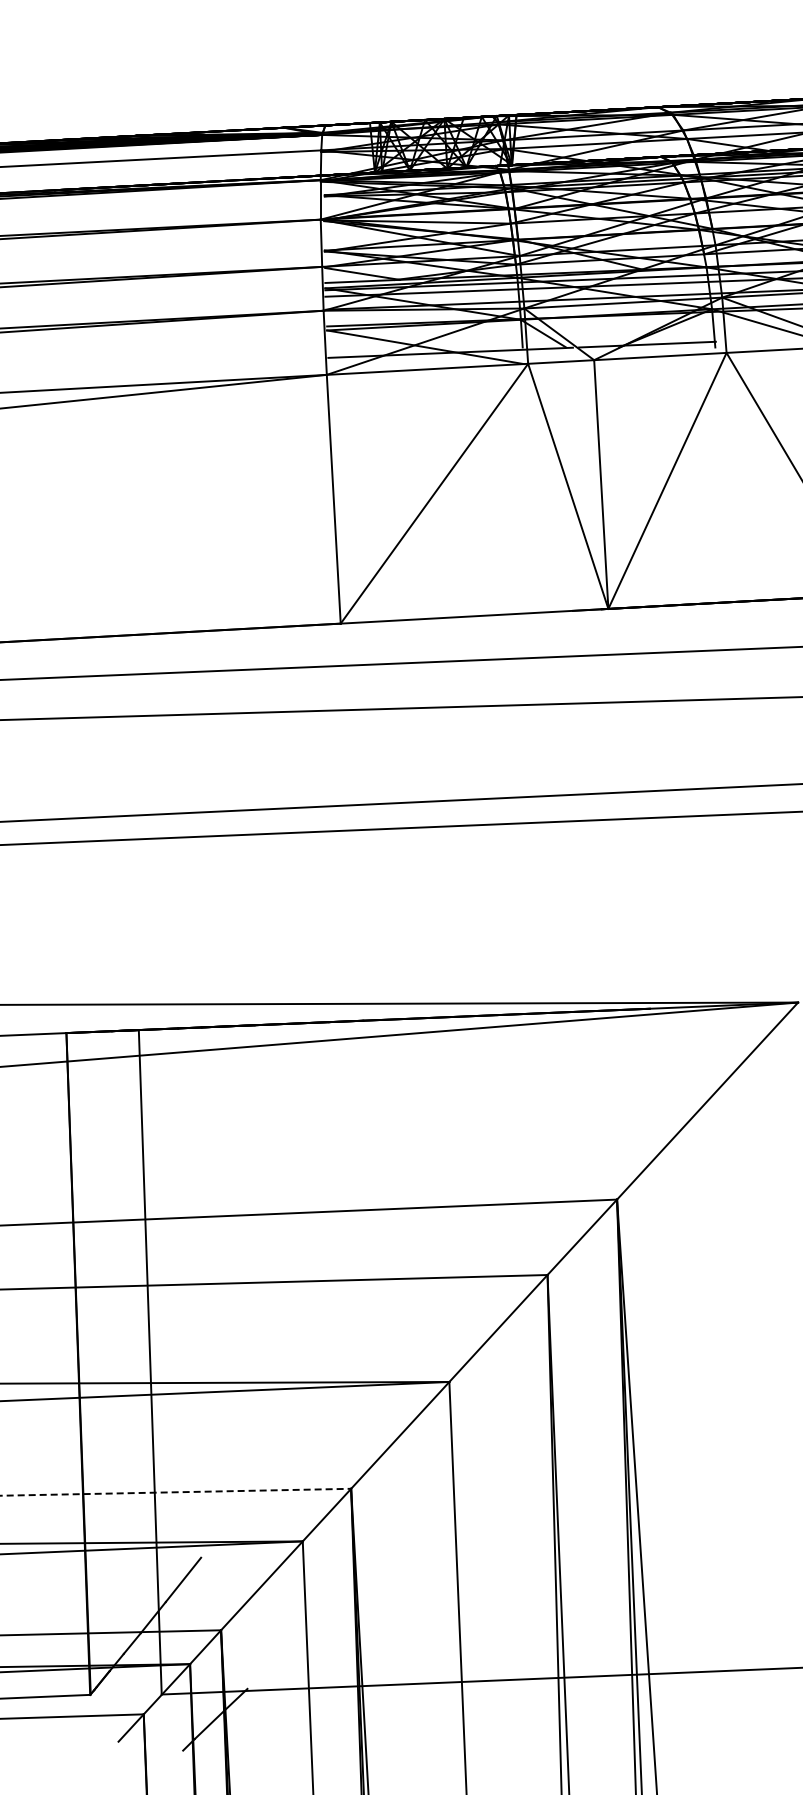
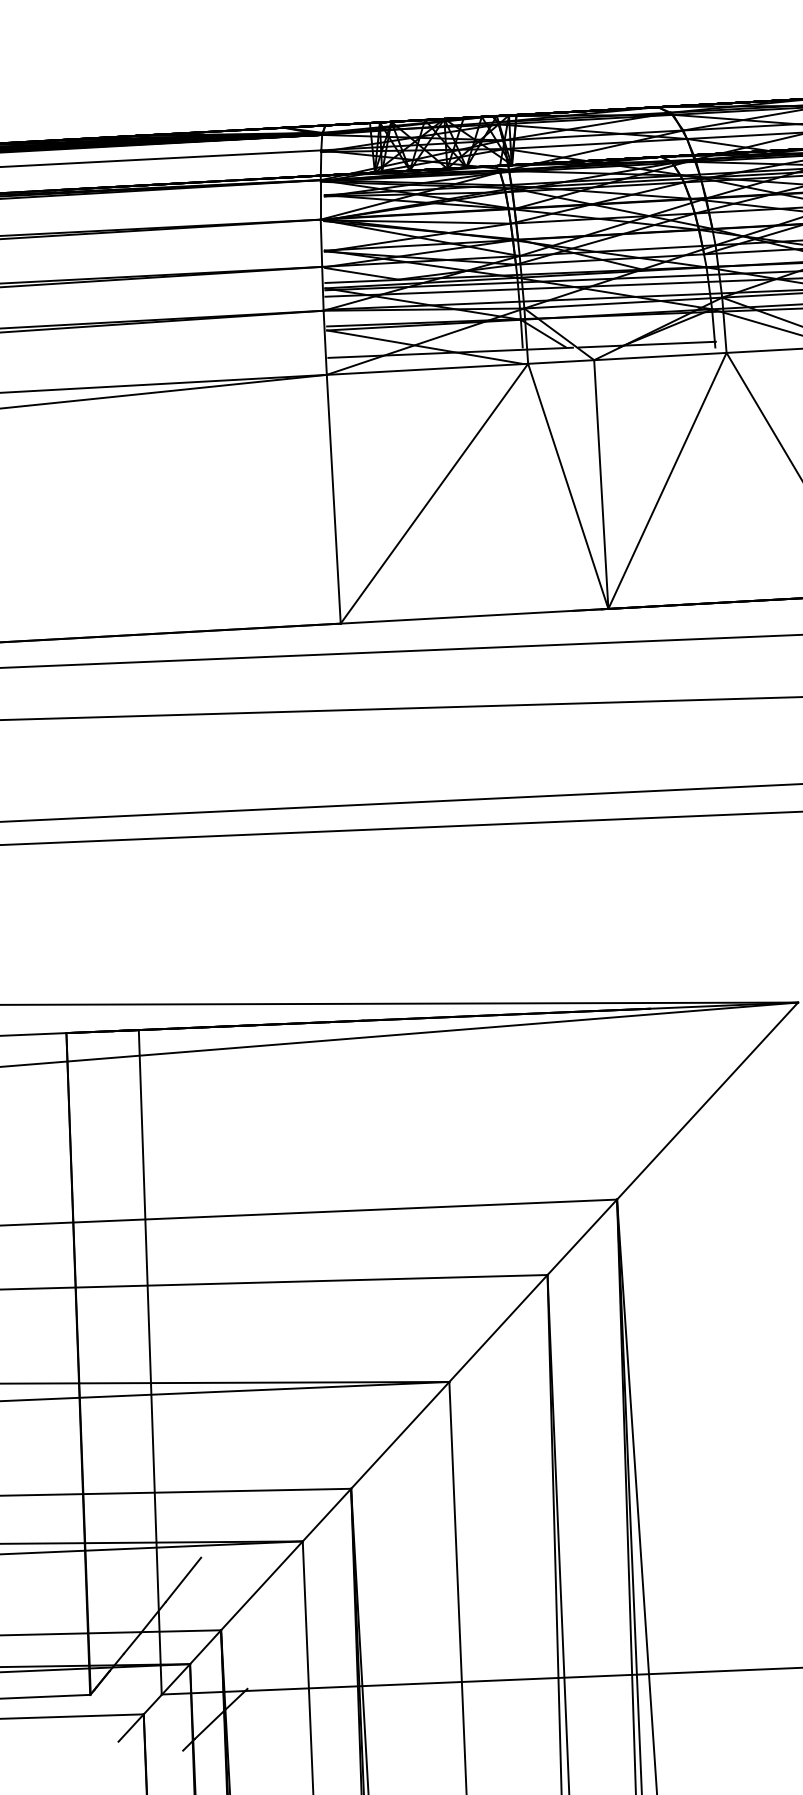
line at (400, 662) position: (400, 662) -> (400, 650)
line at (176, 1492): dashed -> solid
